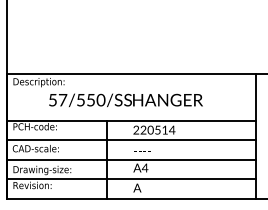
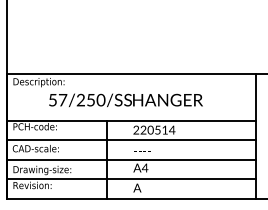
text at (80, 99): 57/550/SS -> 57/250/SS
